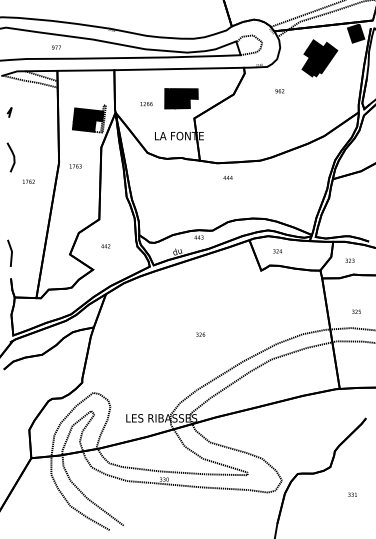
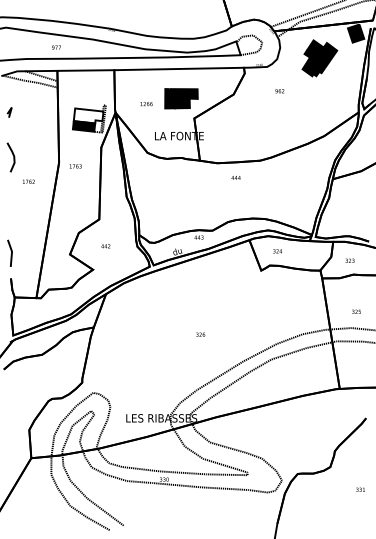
fill at (88, 115): present -> none
text at (227, 177) position: (227, 177) -> (235, 177)
text at (352, 494) position: (352, 494) -> (360, 489)
